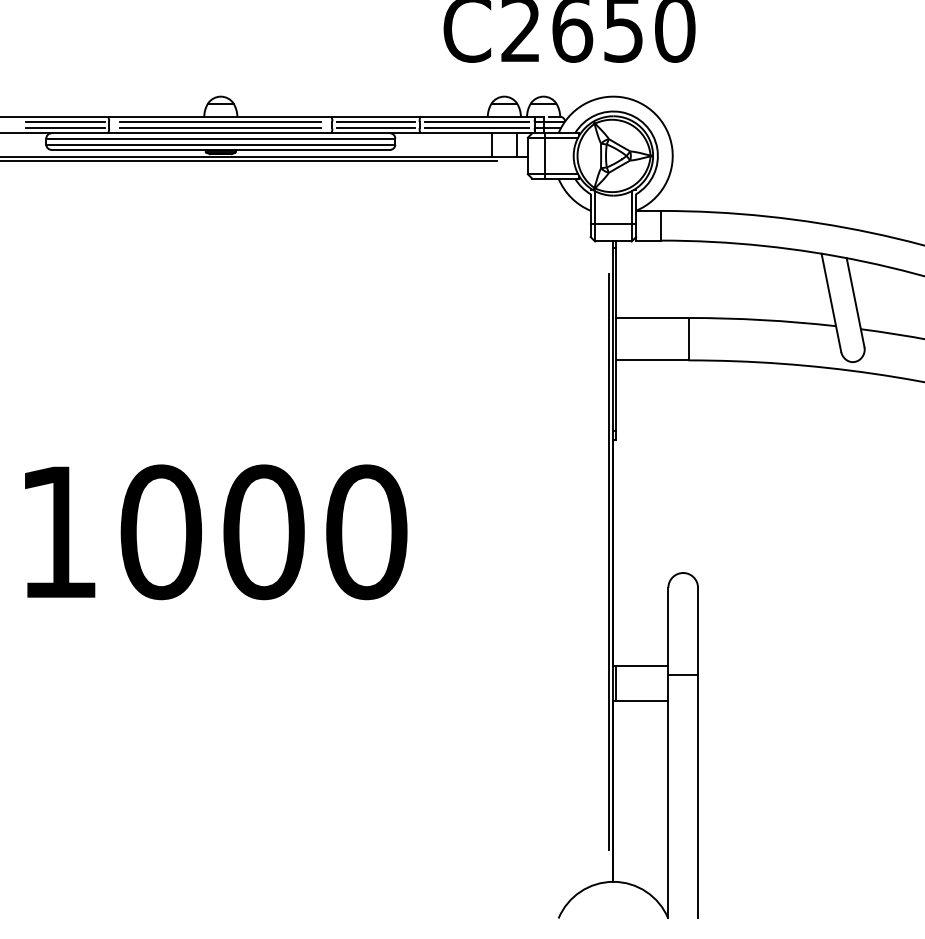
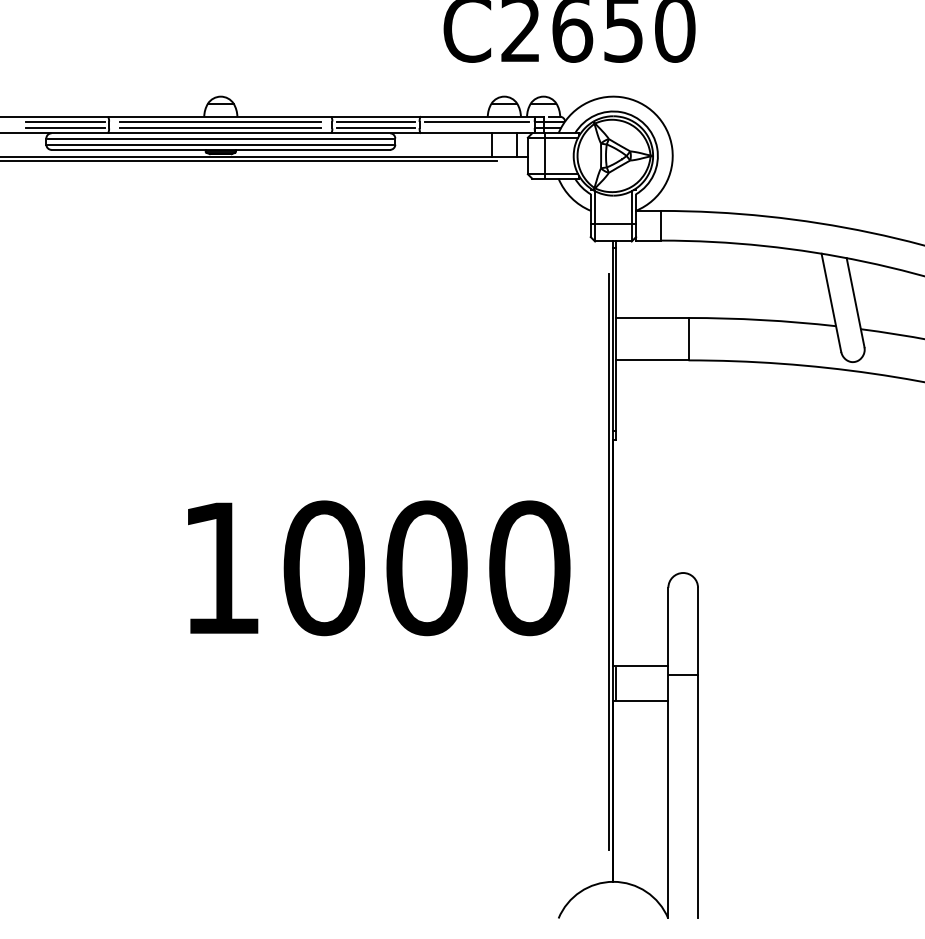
line at (477, 128): present -> none
text at (216, 532) position: (216, 532) -> (379, 568)
